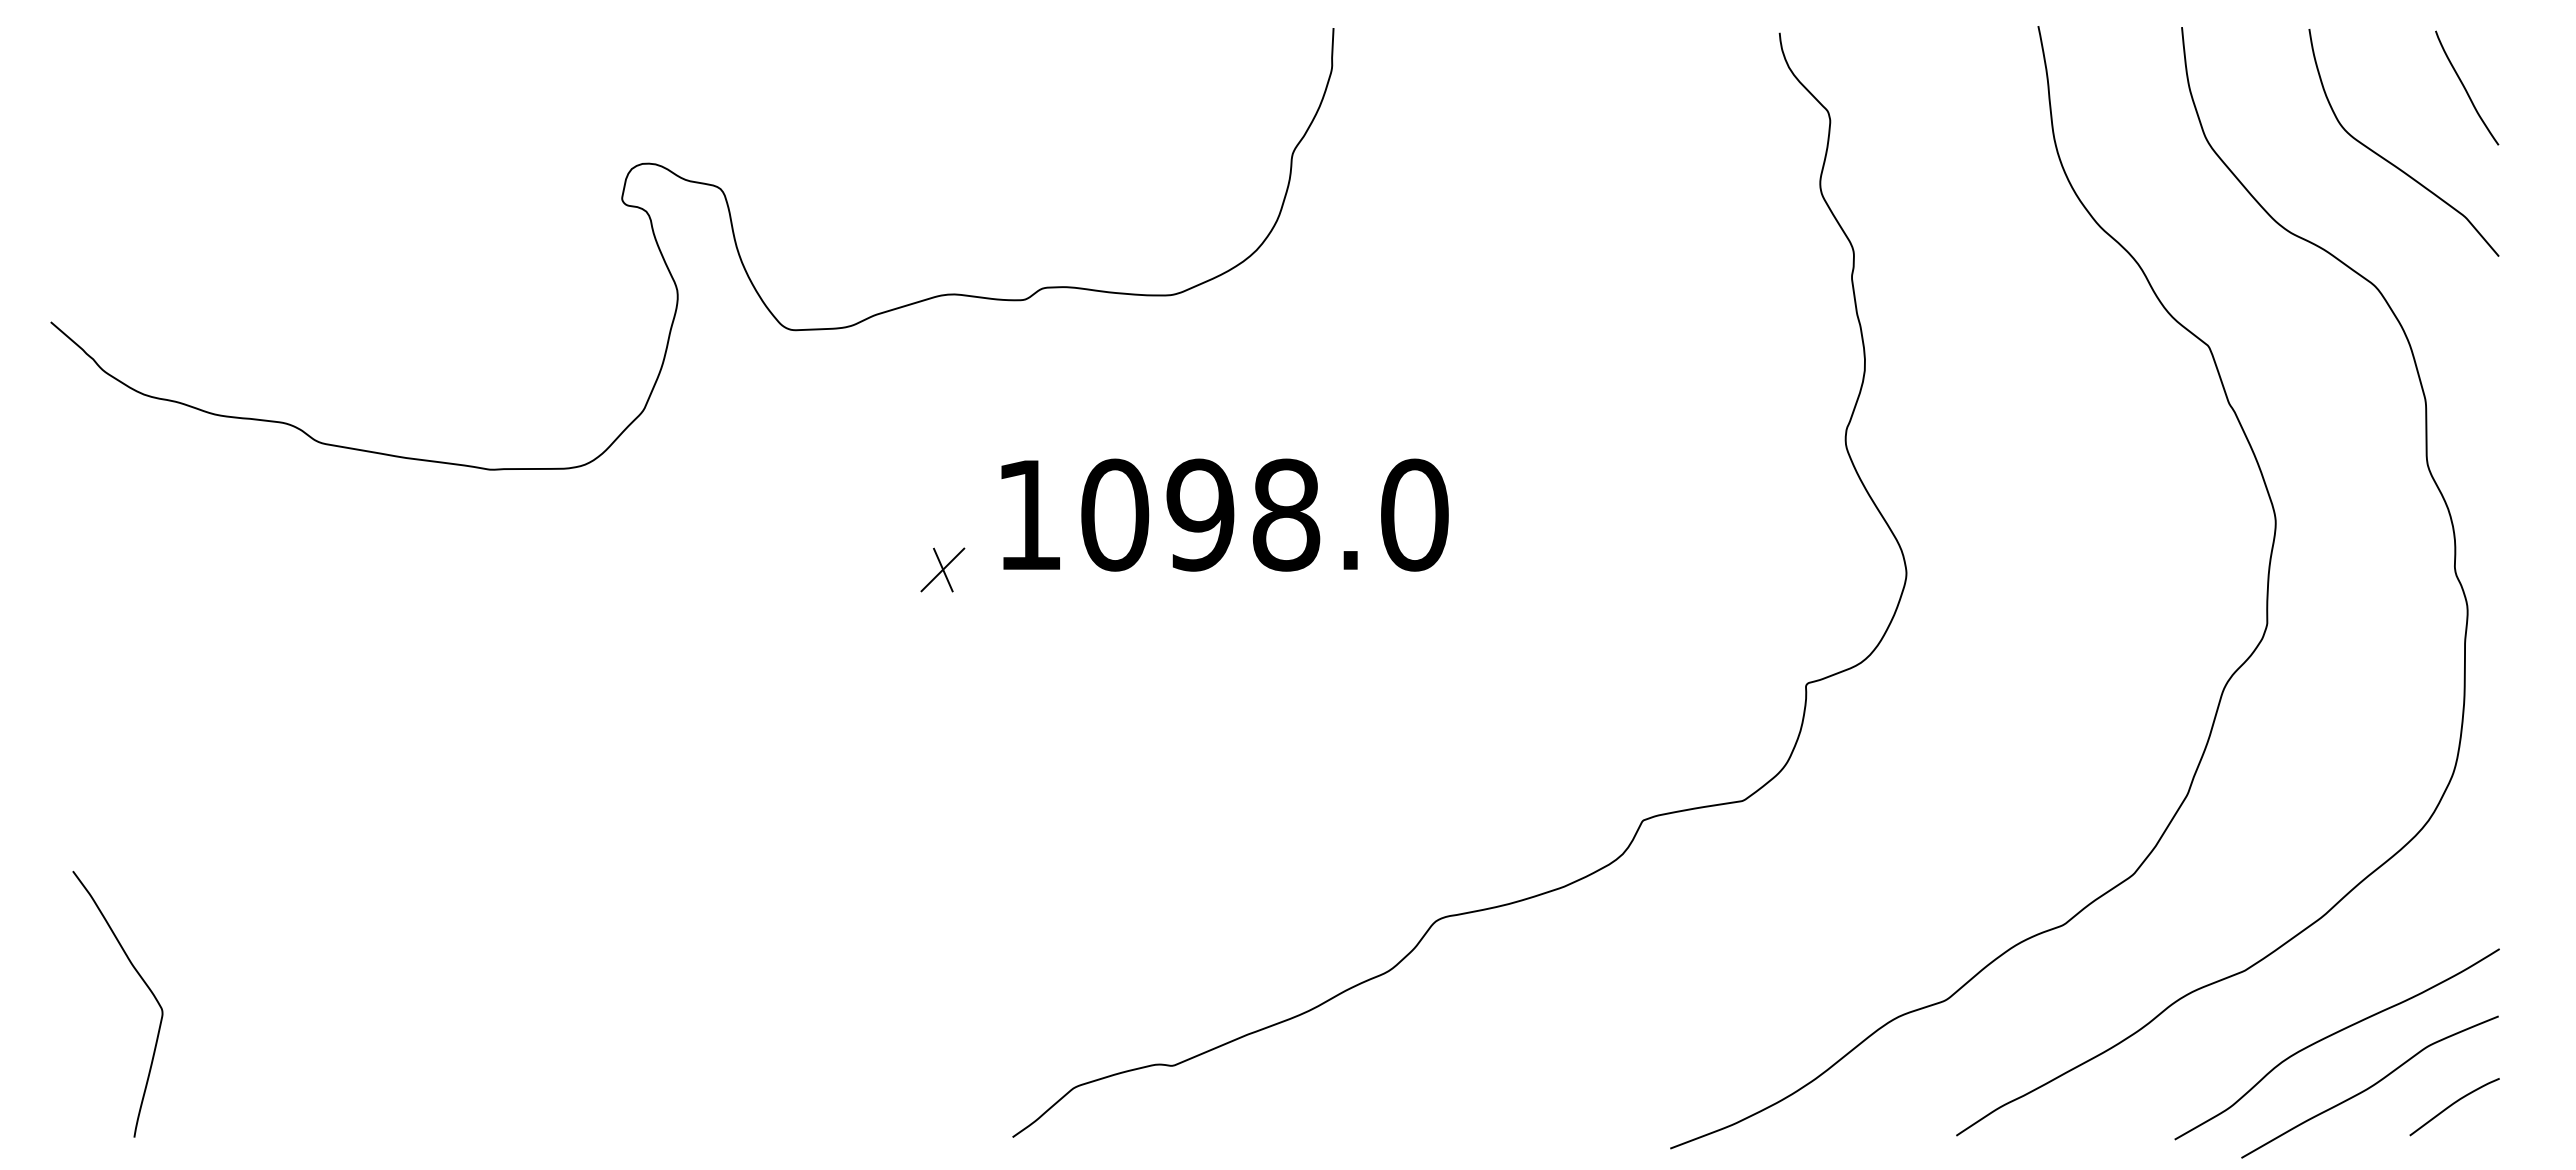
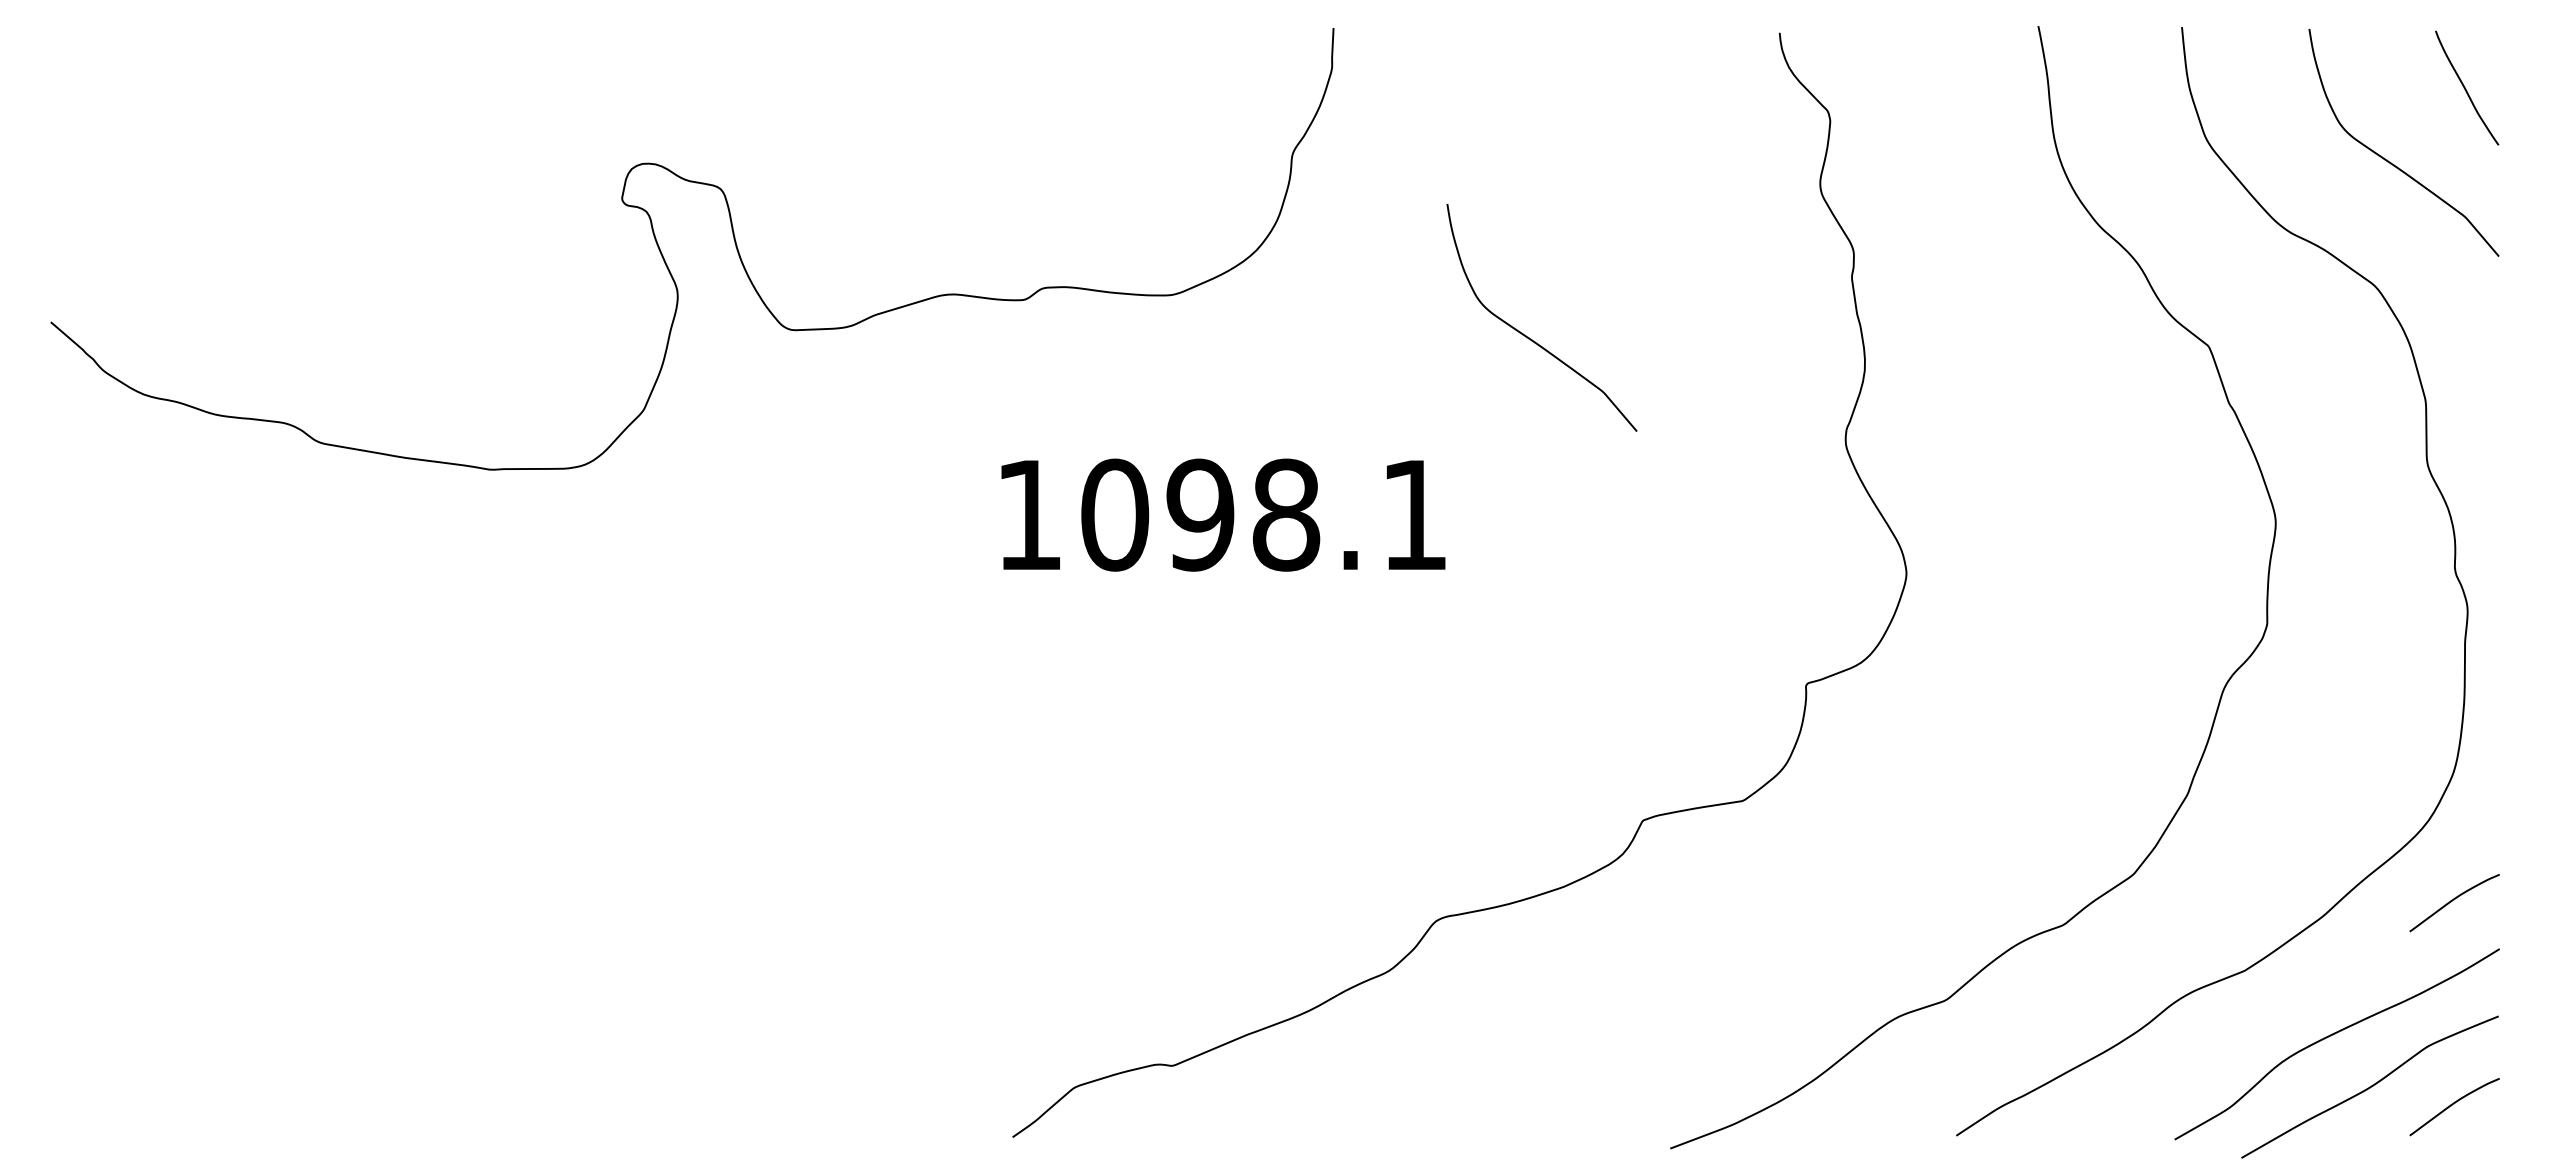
curve at (1529, 337): none -> present
text at (1414, 514): 1098.0 -> 1098.1
part at (942, 569): present -> none
curve at (2452, 901): none -> present
curve at (143, 982): present -> none
